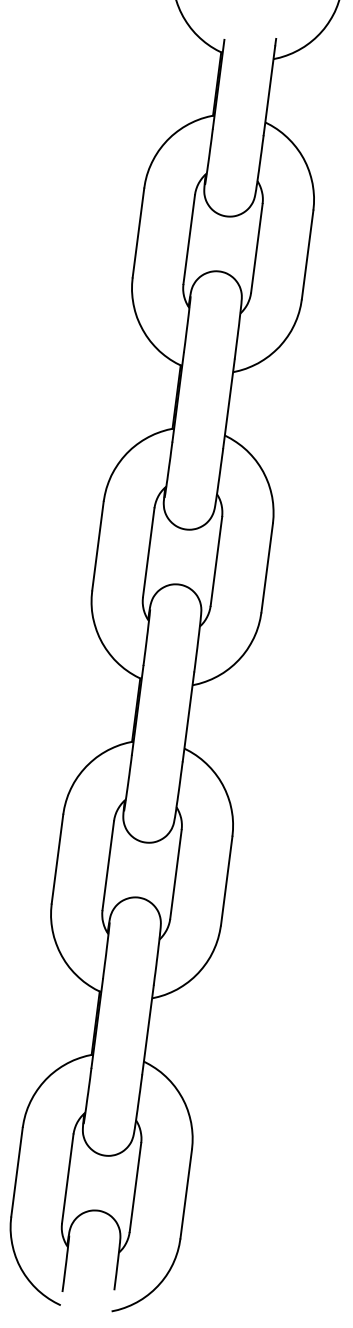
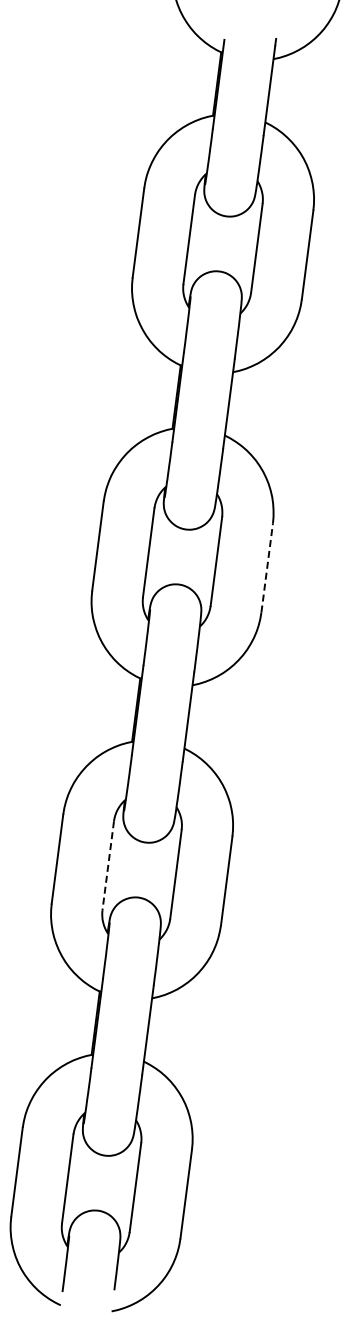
line at (267, 567): solid -> dashed
line at (108, 865): solid -> dashed
